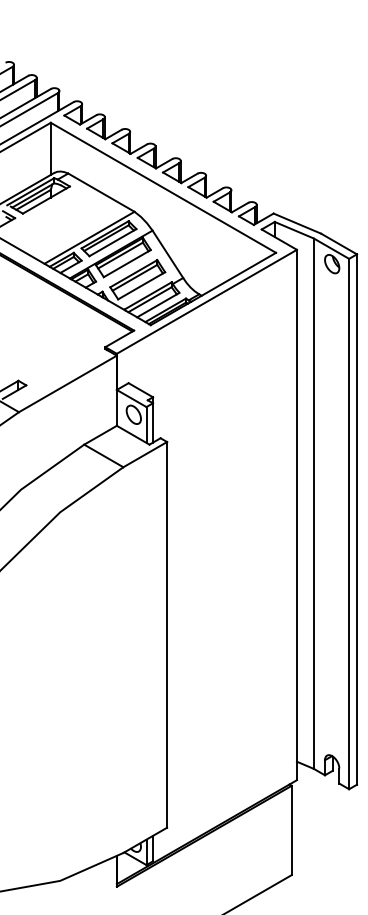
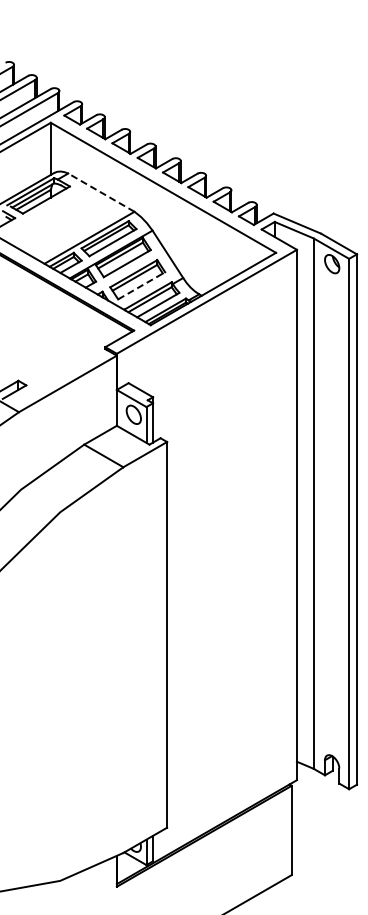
line at (100, 192): solid -> dashed
line at (142, 285): solid -> dashed
